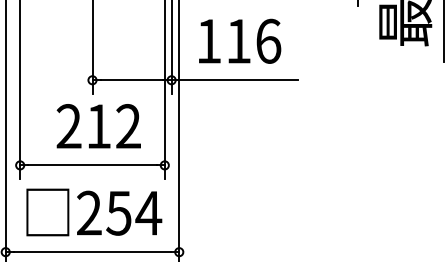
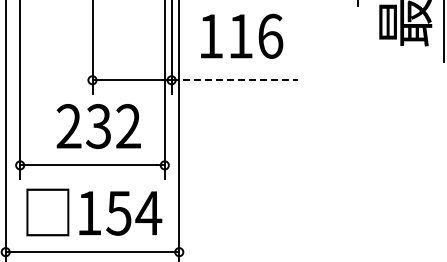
text at (240, 40) position: (240, 40) -> (242, 35)
line at (235, 80): solid -> dashed
text at (98, 126): 212 -> 232
text at (89, 212): 254 -> 154
